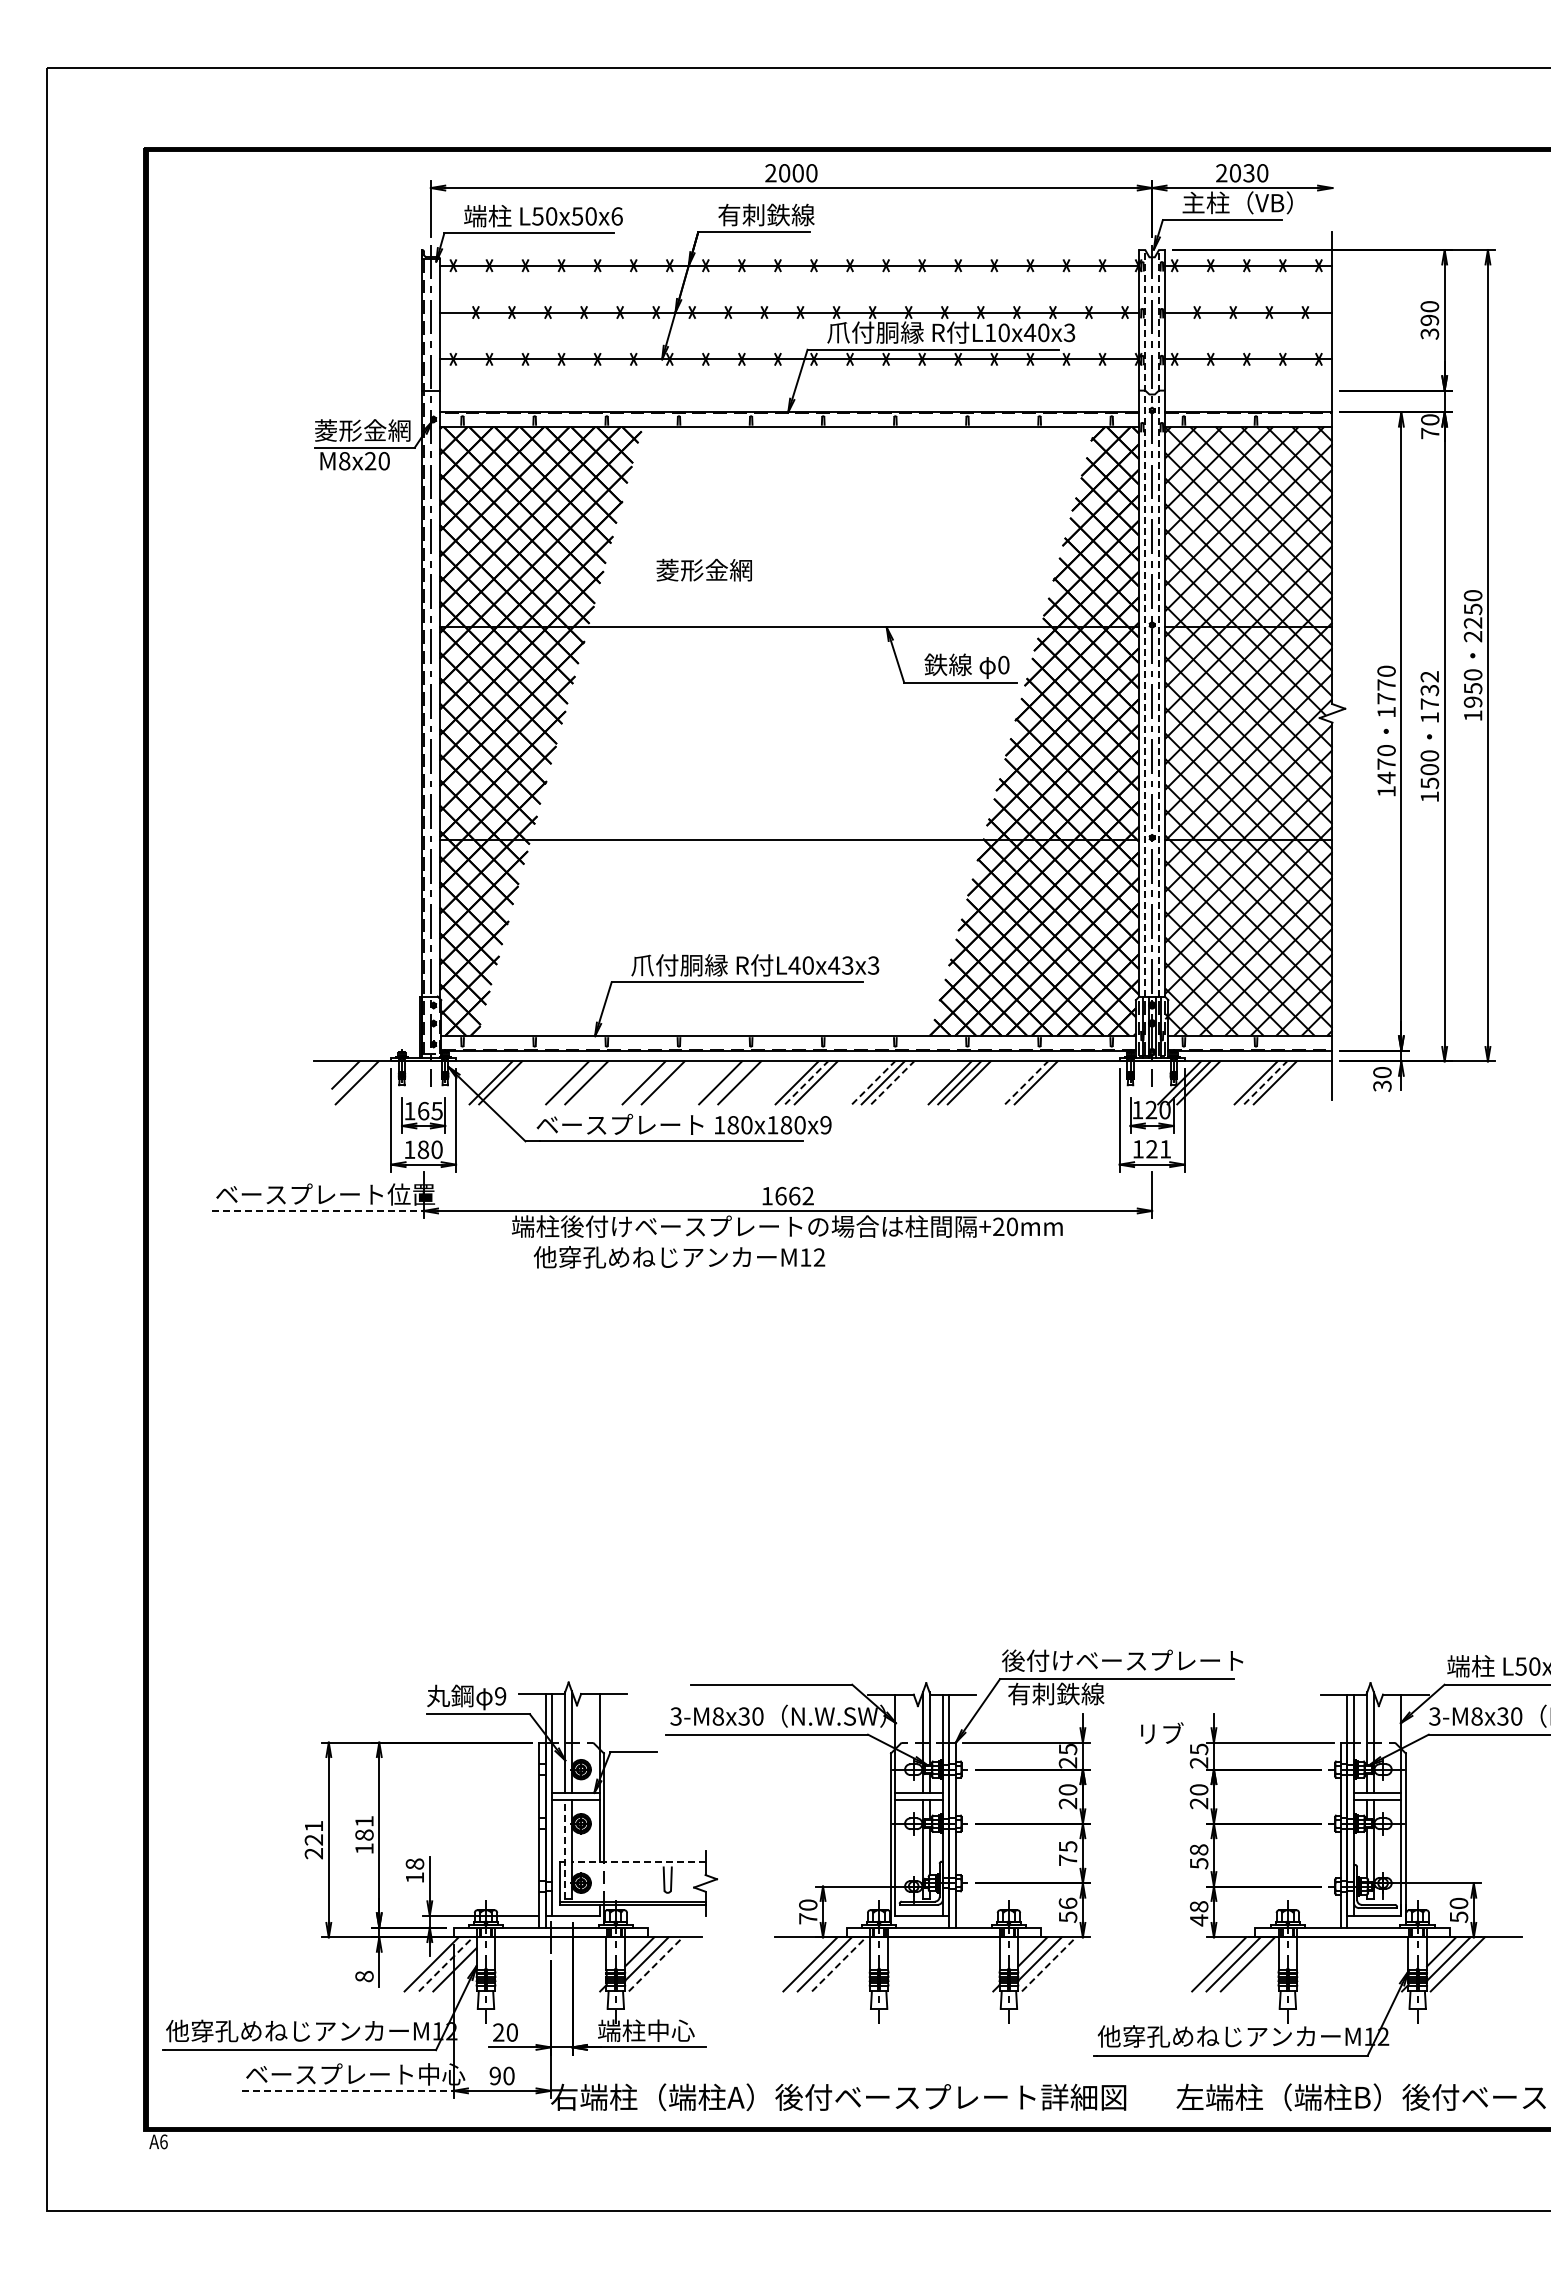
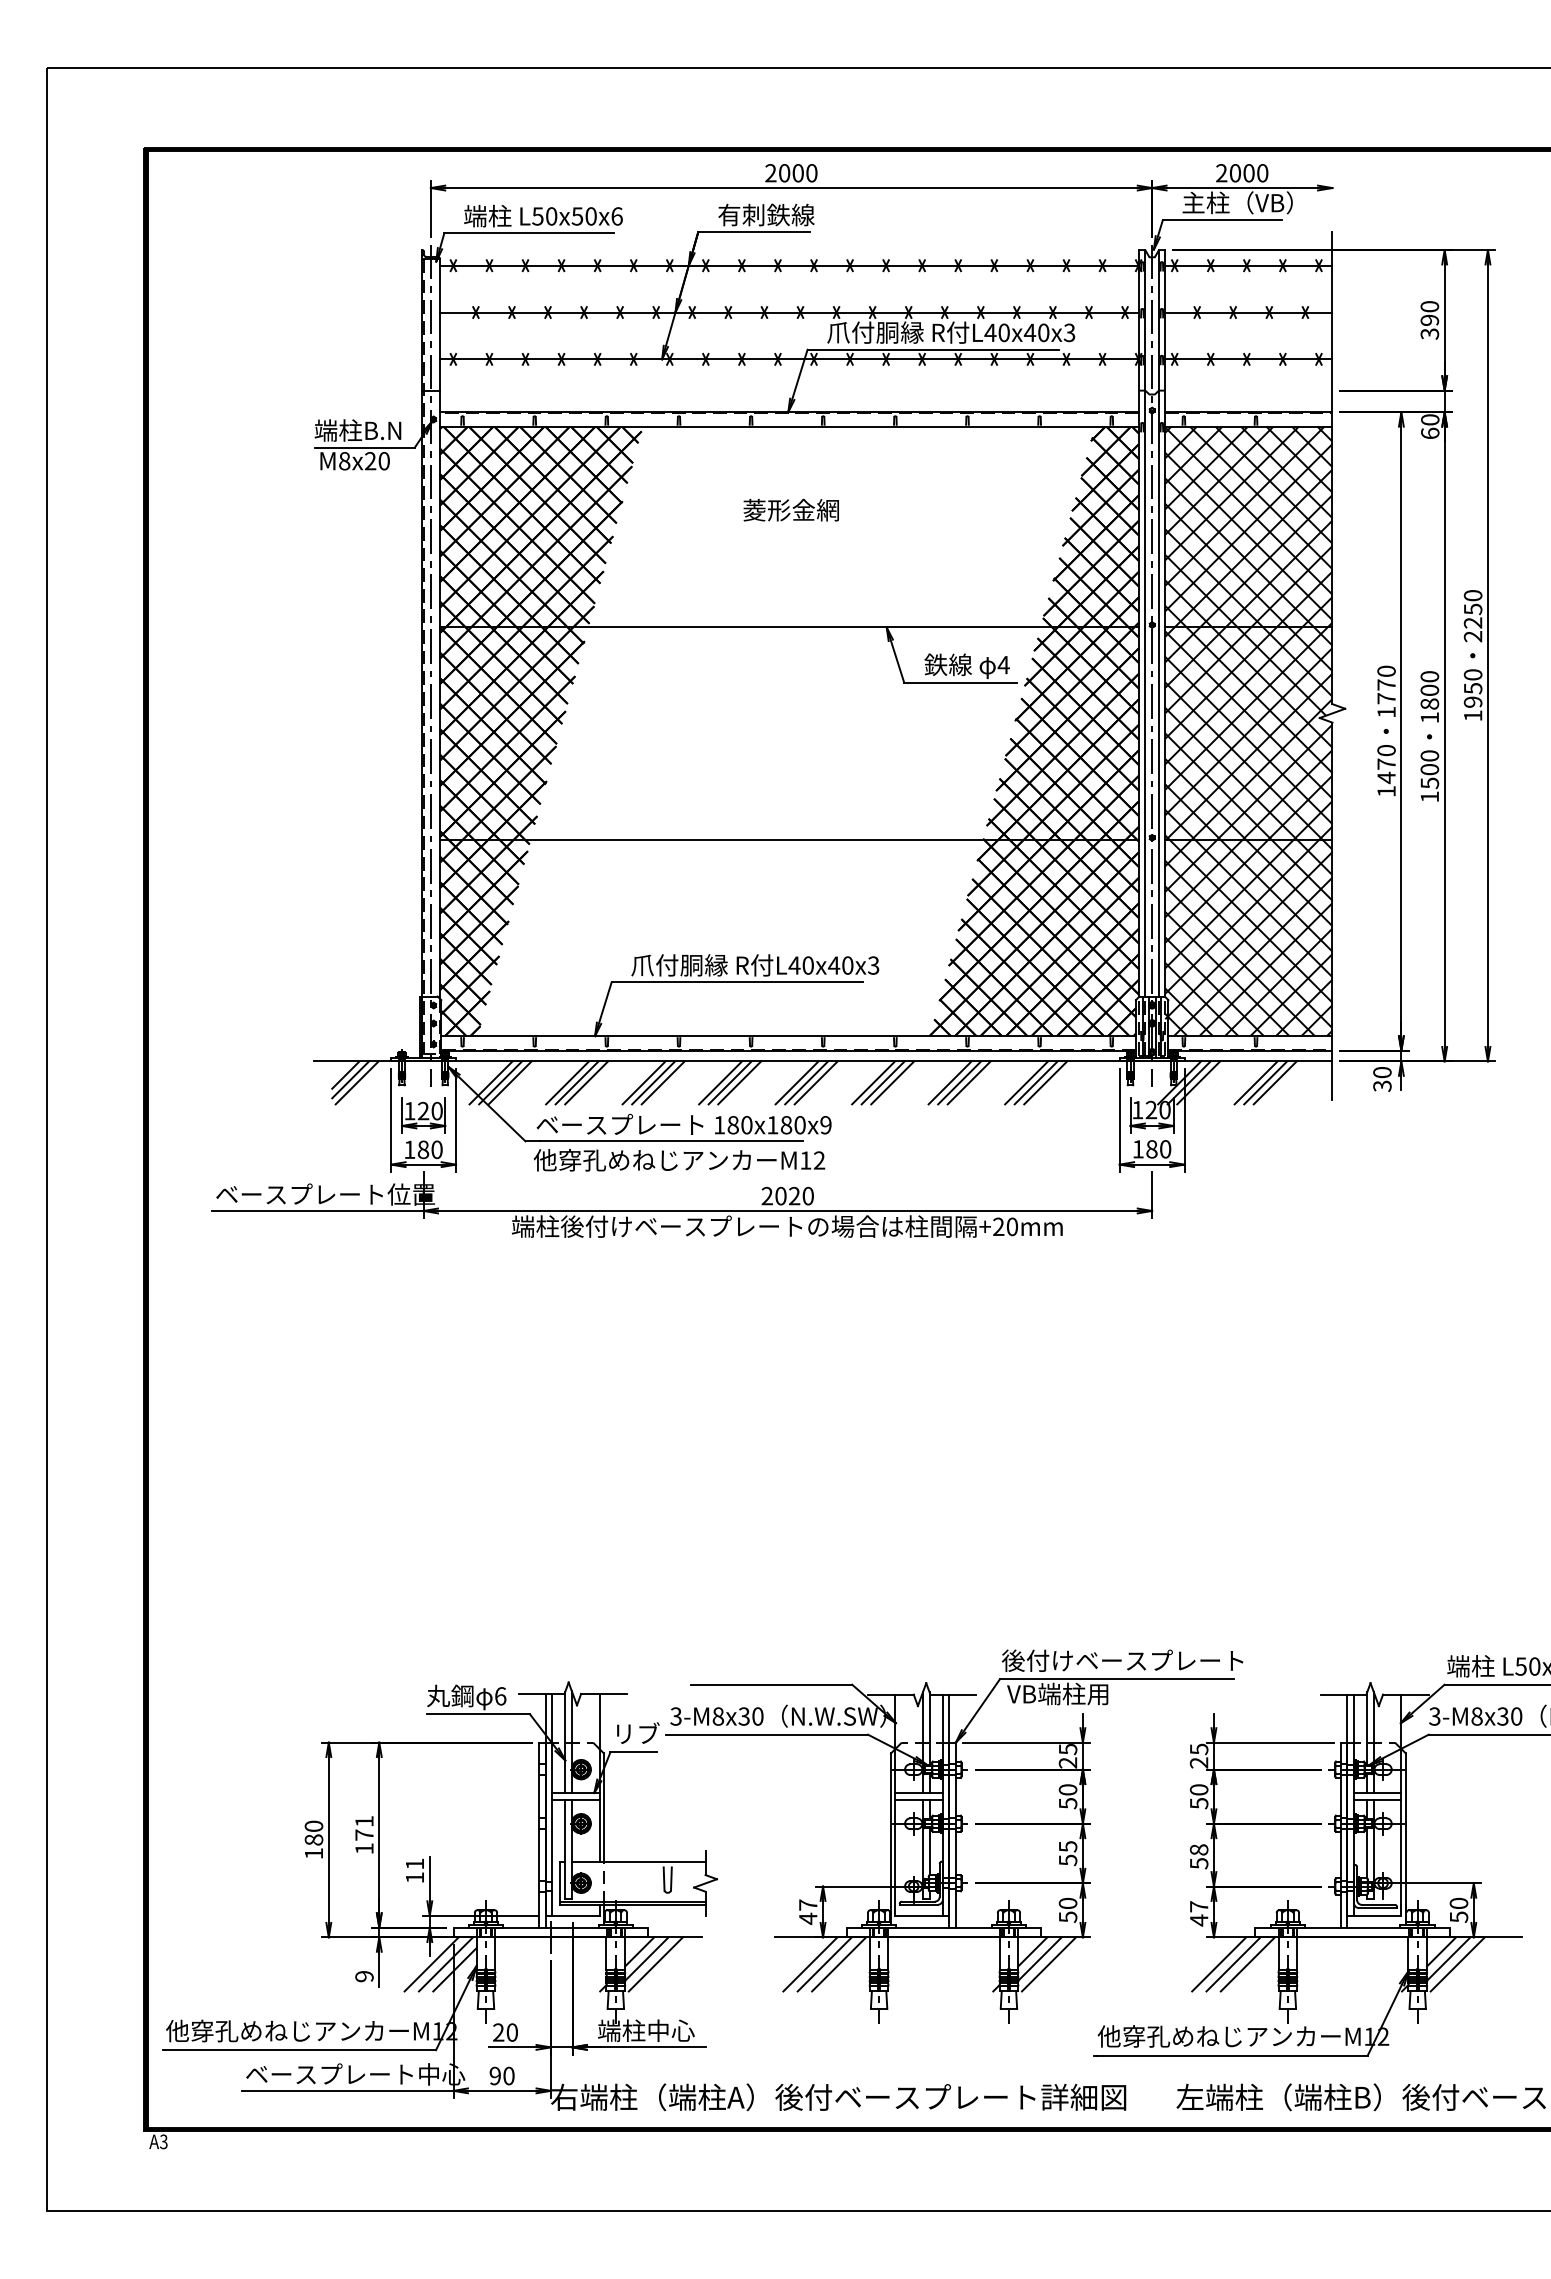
text at (1248, 173): 2030 -> 2000
text at (990, 332): L10x40x3 -> L40x40x3
text at (362, 430): 菱形金網 -> 端柱B.N
text at (1430, 433): 70 -> 60
text at (703, 569) position: (703, 569) -> (790, 509)
line at (1145, 622): dashed -> solid
line at (1159, 622): dashed -> solid
text at (1003, 664): 0 -> 4
text at (1429, 690): 1732 -> 1800
text at (847, 965): L40x43x3 -> L40x40x3
line at (350, 1079): none -> present
line at (509, 1082): none -> present
line at (576, 1082): none -> present
line at (653, 1082): none -> present
line at (729, 1082): none -> present
line at (806, 1082): dashed -> solid
line at (873, 1082): dashed -> solid
line at (893, 1082): dashed -> solid
line at (1026, 1082): dashed -> solid
line at (1045, 1082): none -> present
line at (1266, 1082): dashed -> solid
text at (429, 1110): 165 -> 120
text at (1158, 1149): 121 -> 180
text at (787, 1195): 1662 -> 2020
line at (317, 1210): dashed -> solid
text at (679, 1257) position: (679, 1257) -> (679, 1160)
text at (1057, 1693): 有刺鉄線 -> VB端柱用
text at (500, 1696): 9 -> 6
text at (1162, 1732) position: (1162, 1732) -> (638, 1732)
text at (1067, 1803): 20 -> 50
text at (1198, 1803): 20 -> 50
text at (364, 1834): 181 -> 171
text at (313, 1839): 221 -> 180
line at (565, 1849): dashed -> solid
text at (1068, 1860): 75 -> 55
line at (638, 1861): dashed -> solid
text at (414, 1863): 18 -> 11
text at (1067, 1902): 56 -> 50
text at (1199, 1906): 48 -> 47
text at (808, 1912): 70 -> 47
line at (446, 1964): dashed -> solid
line at (656, 1964): dashed -> solid
line at (839, 1964): dashed -> solid
line at (1049, 1964): dashed -> solid
text at (364, 1976): 8 -> 9
line at (347, 2090): dashed -> solid
text at (163, 2141): A6 -> A3
